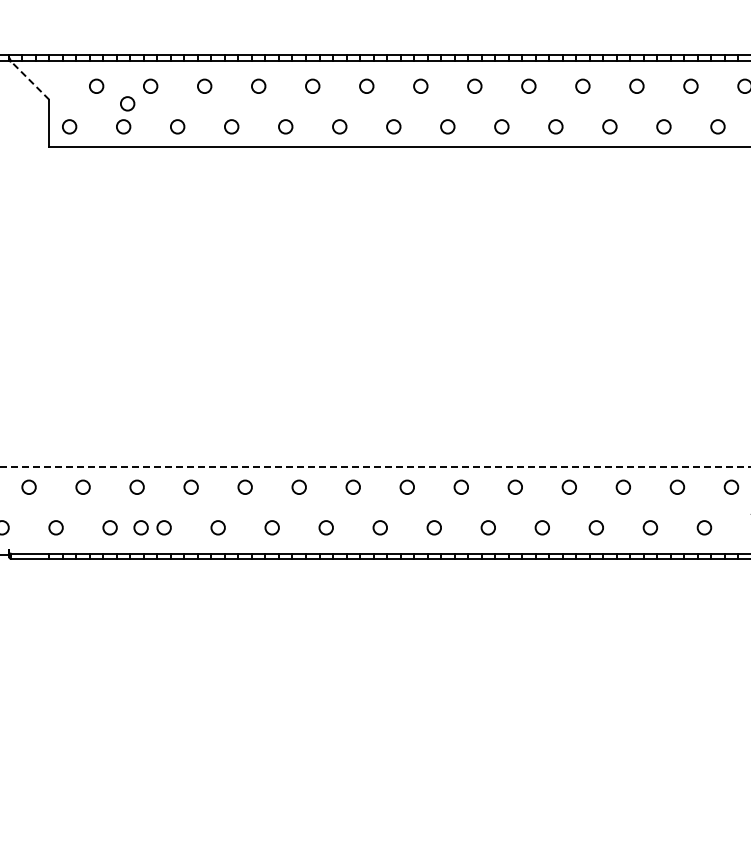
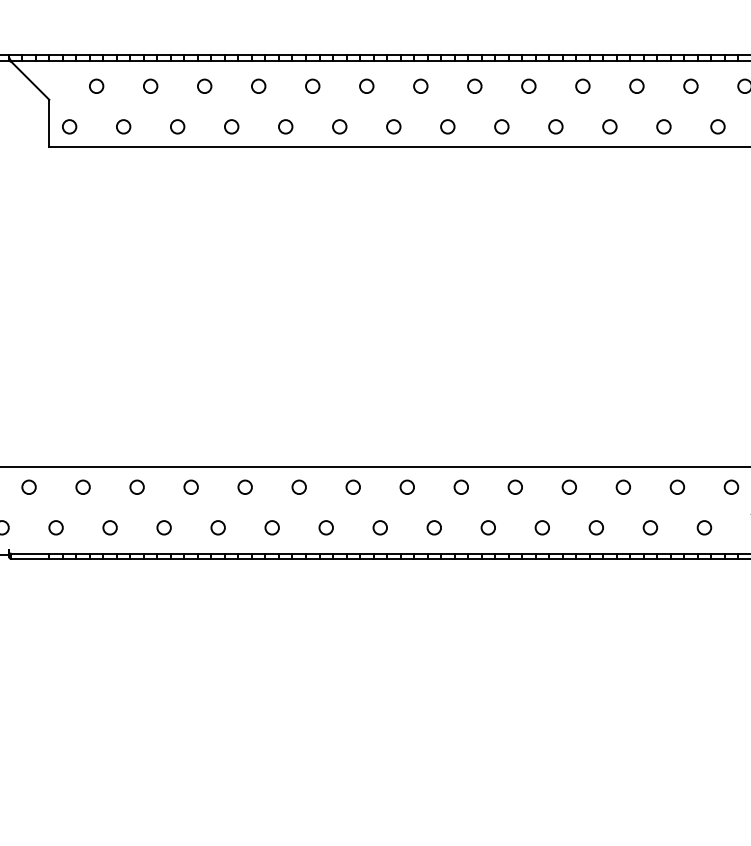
line at (30, 80): dashed -> solid
circle at (127, 103): present -> none
line at (375, 467): dashed -> solid
circle at (140, 527): present -> none
